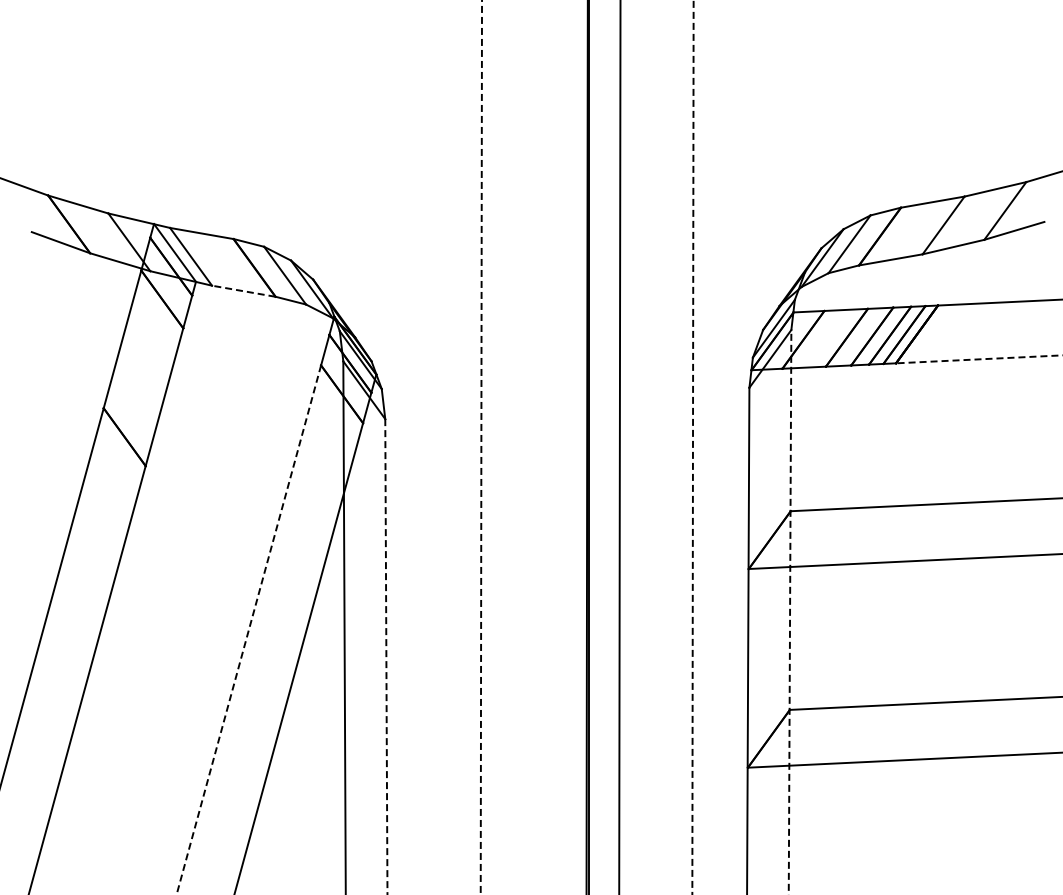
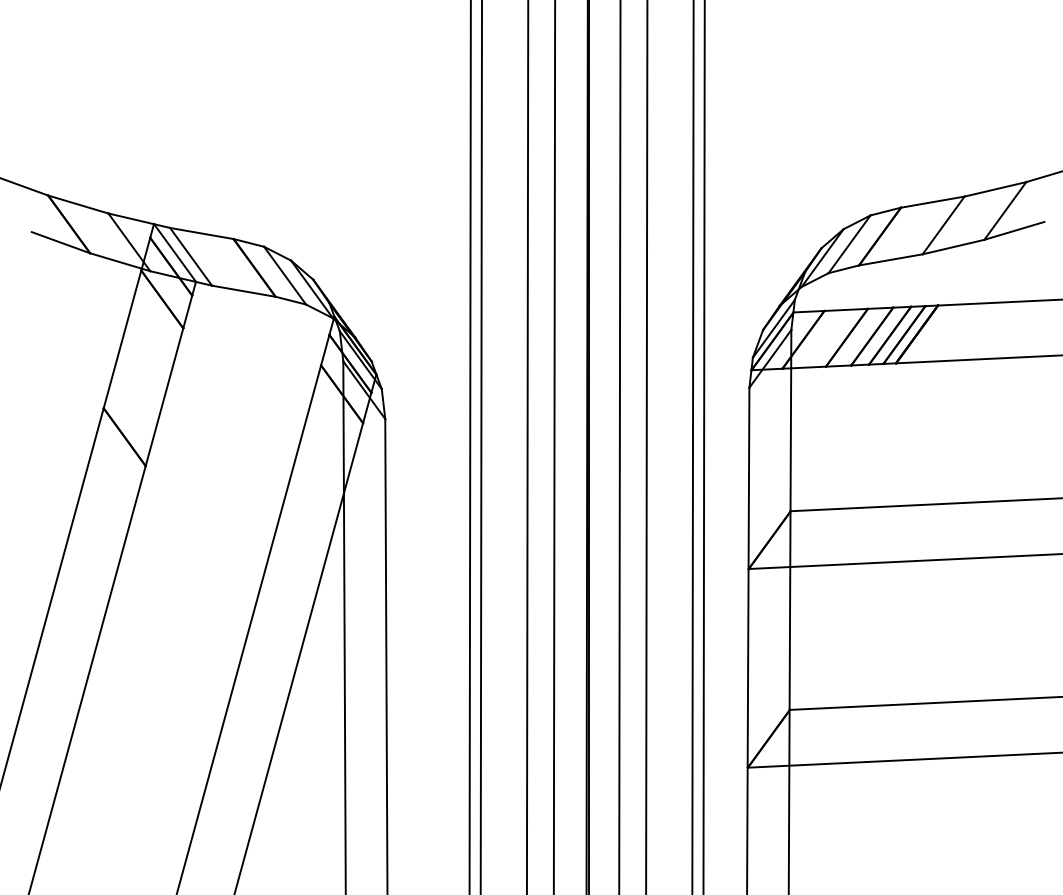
line at (243, 291): dashed -> solid
line at (978, 359): dashed -> solid
line at (469, 446): none -> present
line at (481, 446): dashed -> solid
line at (527, 446): none -> present
line at (554, 446): none -> present
line at (646, 446): none -> present
line at (703, 446): none -> present
line at (692, 447): dashed -> solid
line at (790, 612): dashed -> solid
line at (248, 629): dashed -> solid
line at (386, 657): dashed -> solid
